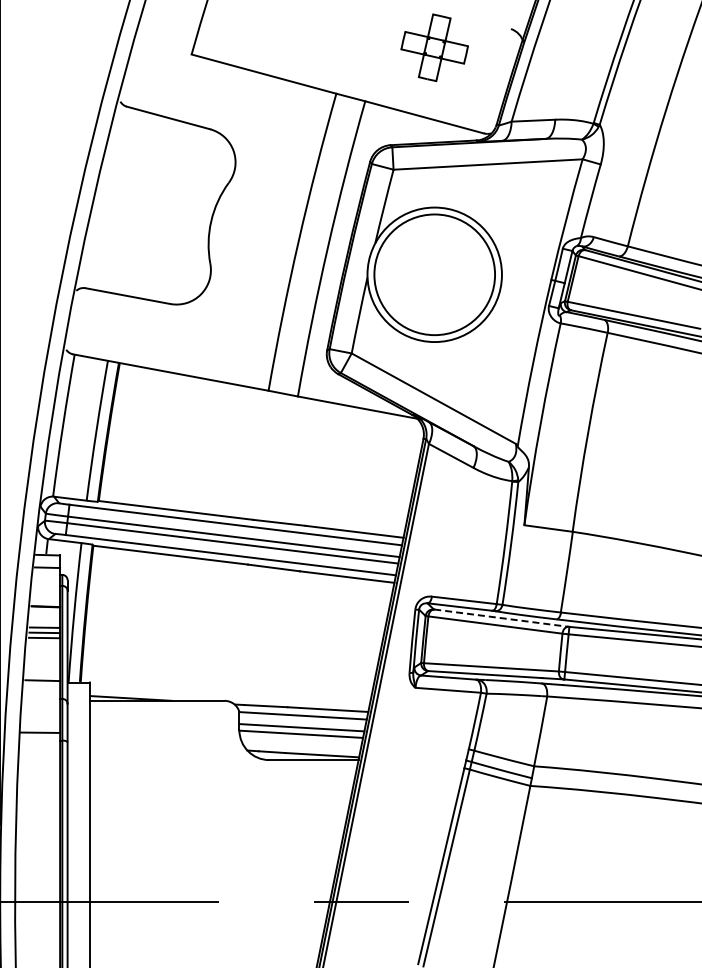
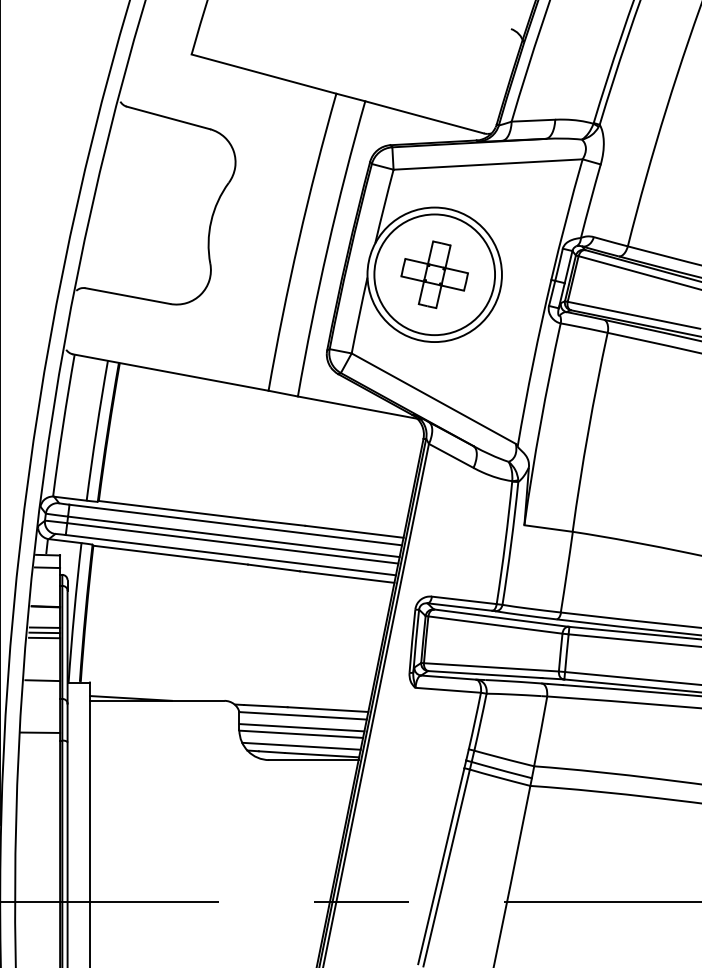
part at (434, 47) position: (434, 47) -> (434, 274)
line at (501, 618): dashed -> solid
line at (301, 745): none -> present
